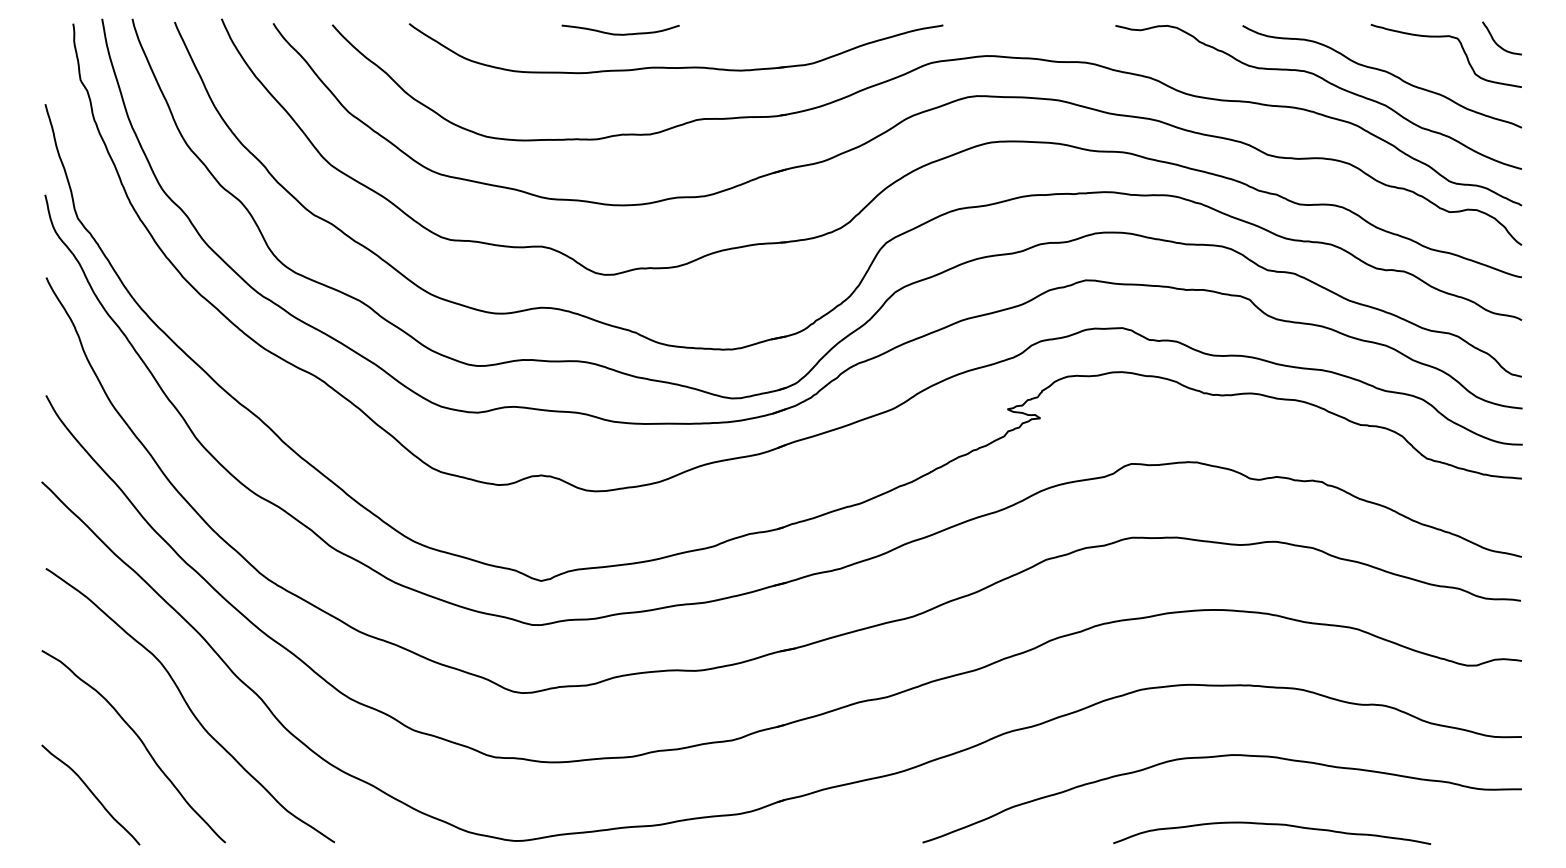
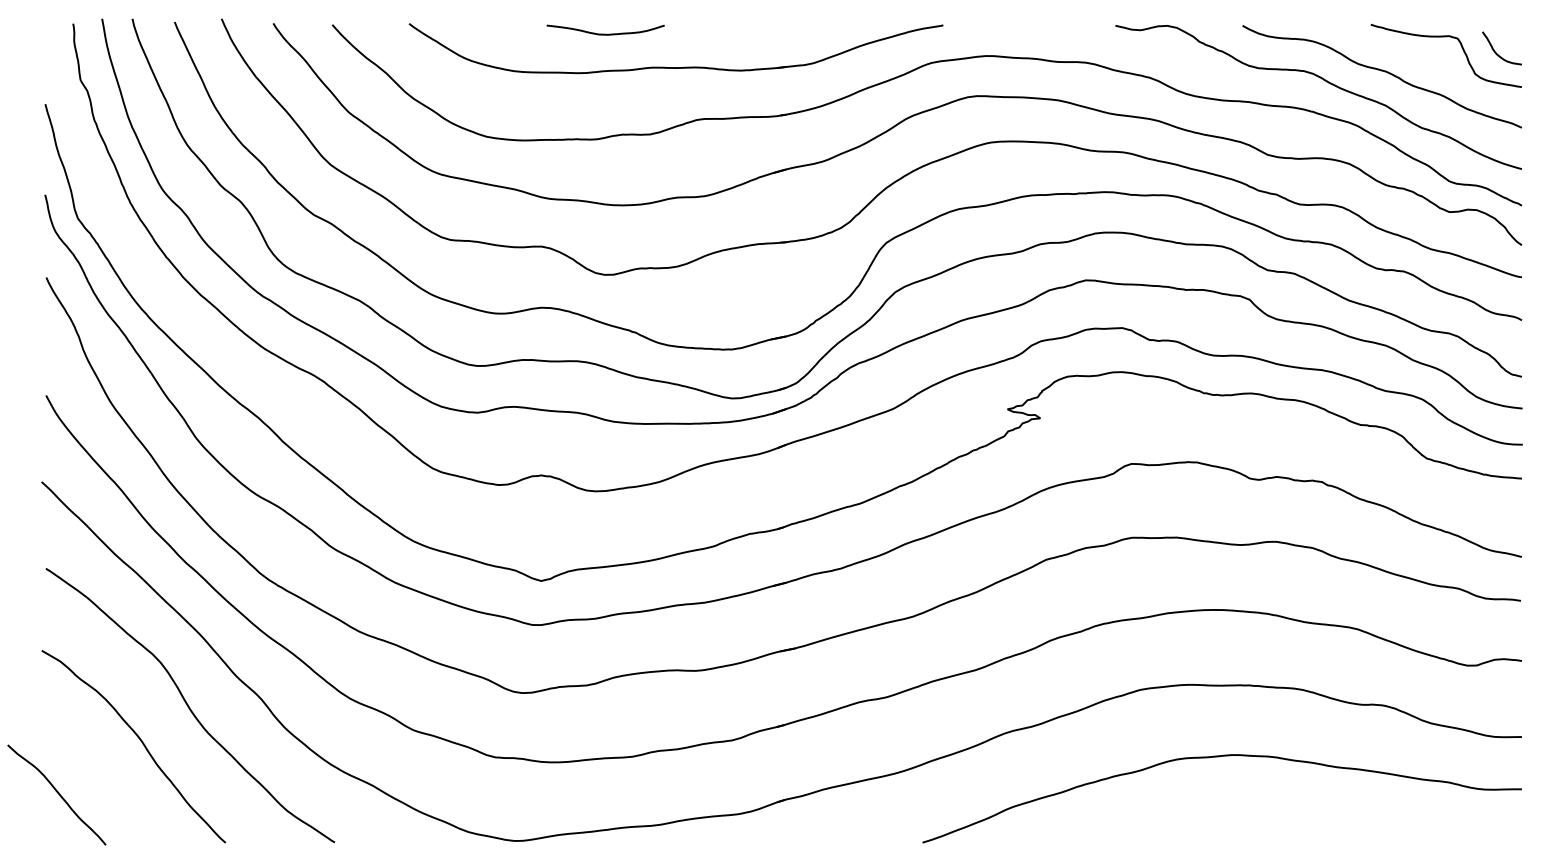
curve at (620, 33) position: (620, 33) -> (605, 33)
curve at (1496, 42) position: (1496, 42) -> (1496, 52)
curve at (91, 793) position: (91, 793) -> (57, 793)
curve at (1272, 825): present -> none
